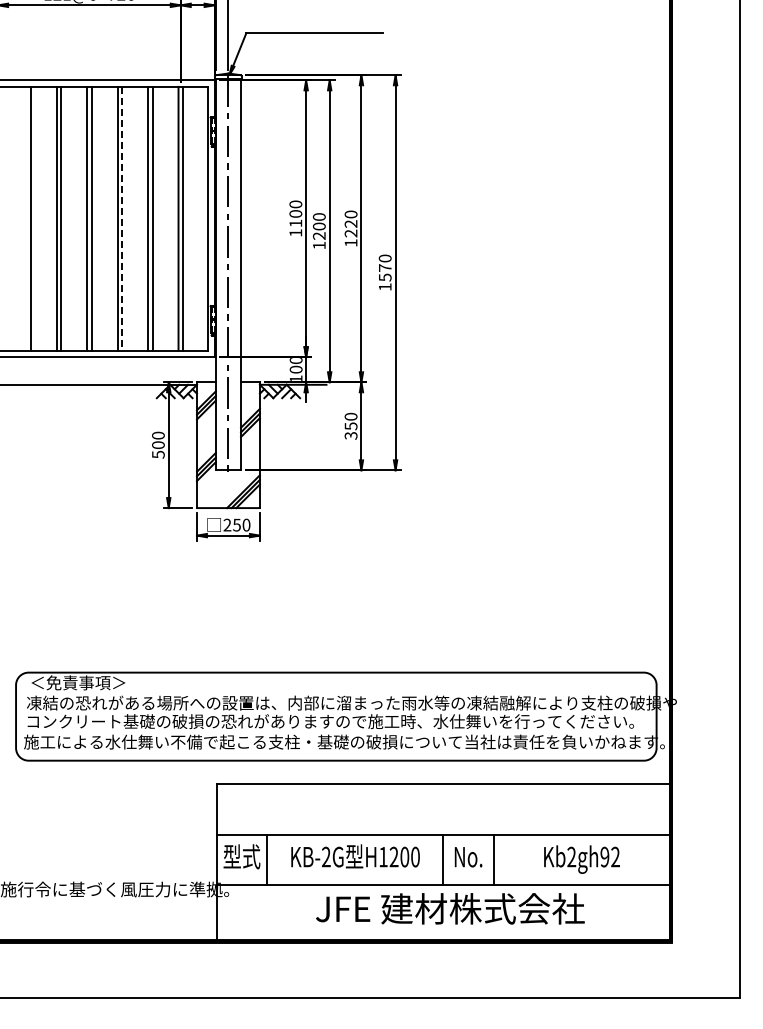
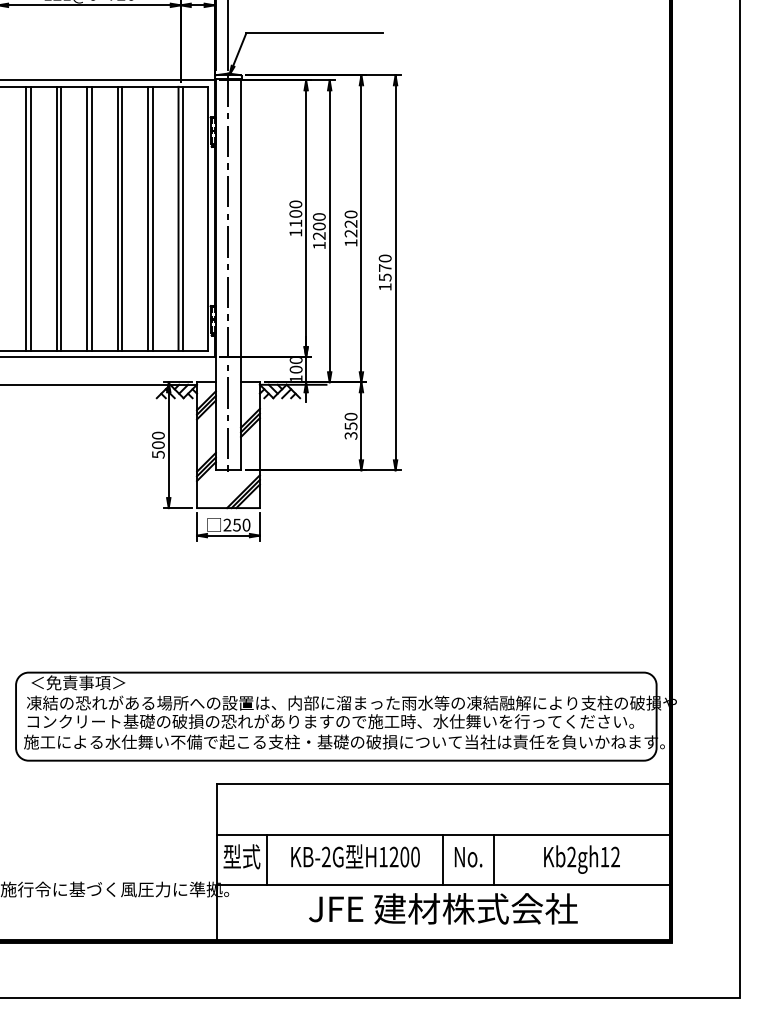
line at (26, 218): none -> present
line at (122, 218): dashed -> solid
text at (604, 856): Kb2gh92 -> Kb2gh12
text at (450, 908) position: (450, 908) -> (443, 908)
